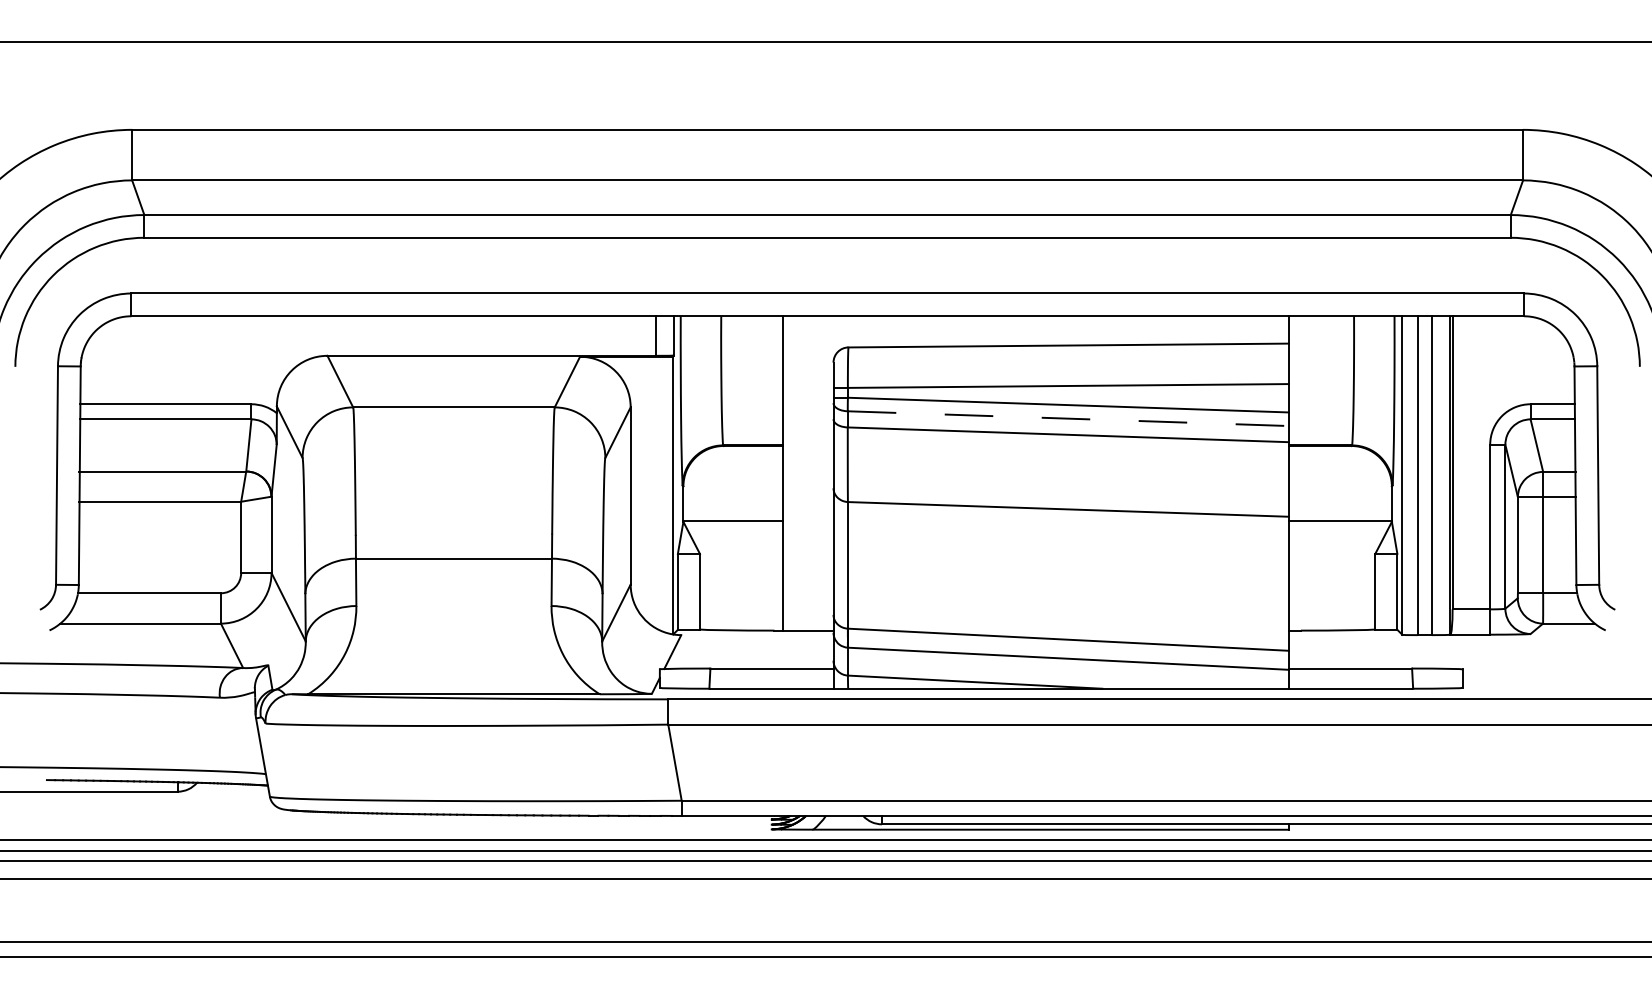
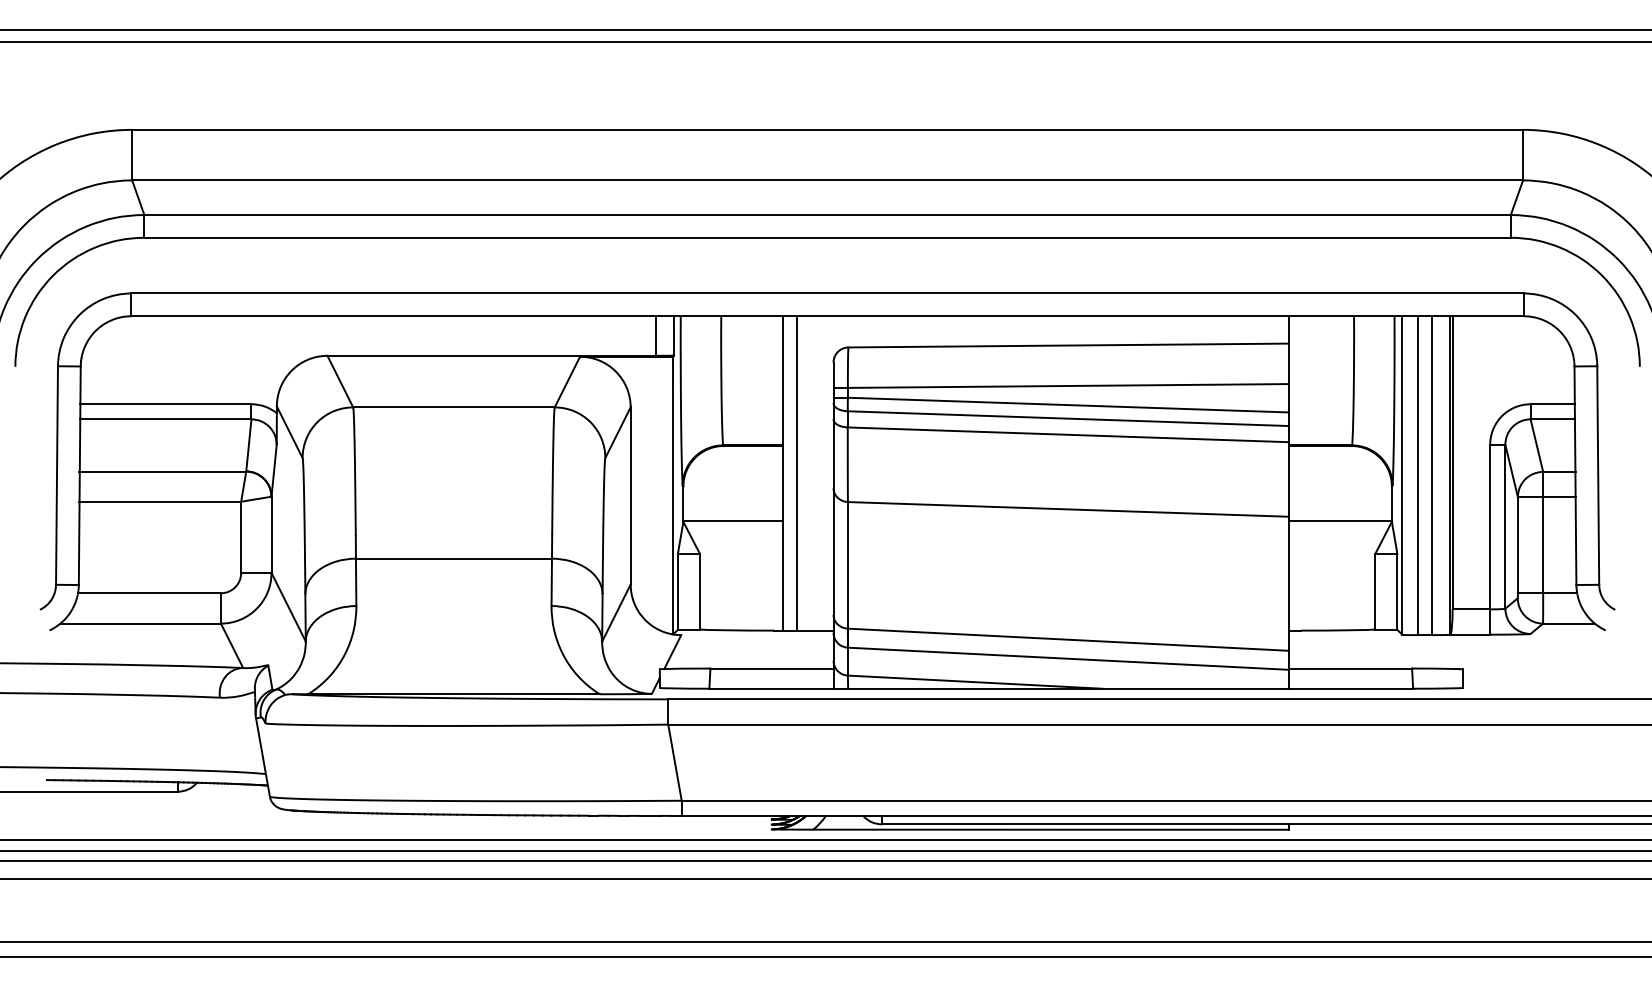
line at (825, 29): none -> present
line at (1068, 418): dashed -> solid
line at (796, 473): none -> present
